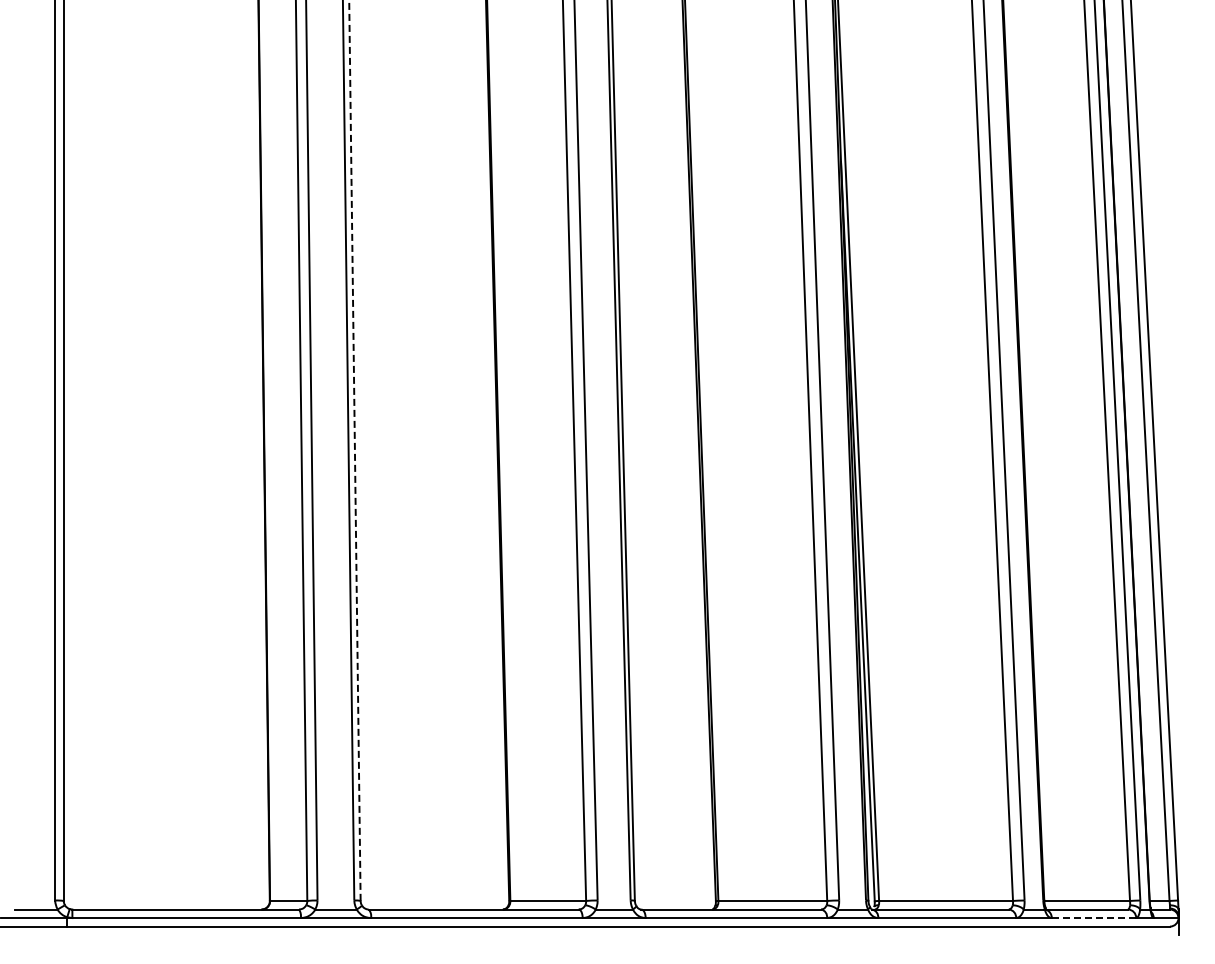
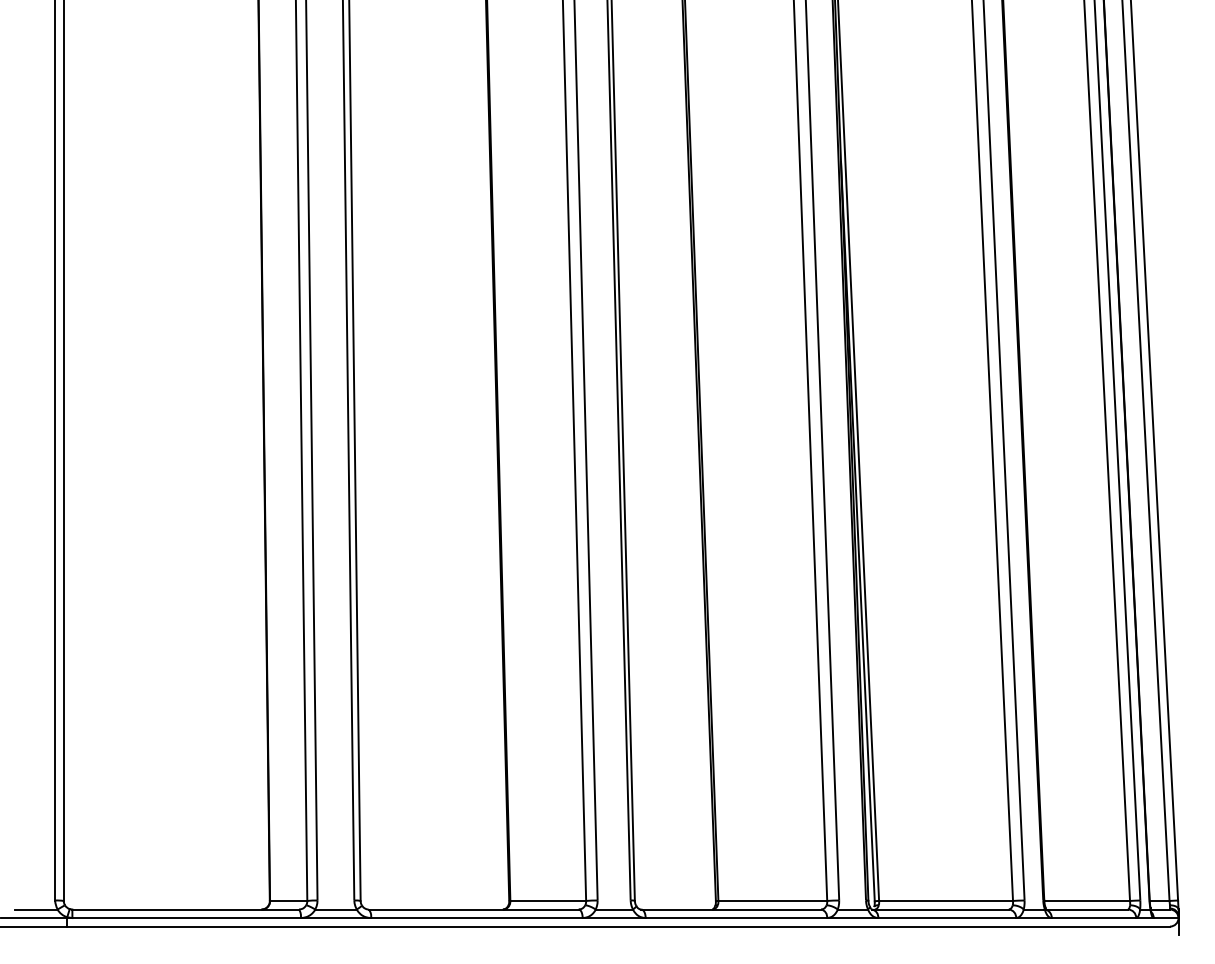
line at (354, 449): dashed -> solid
line at (1093, 918): dashed -> solid
